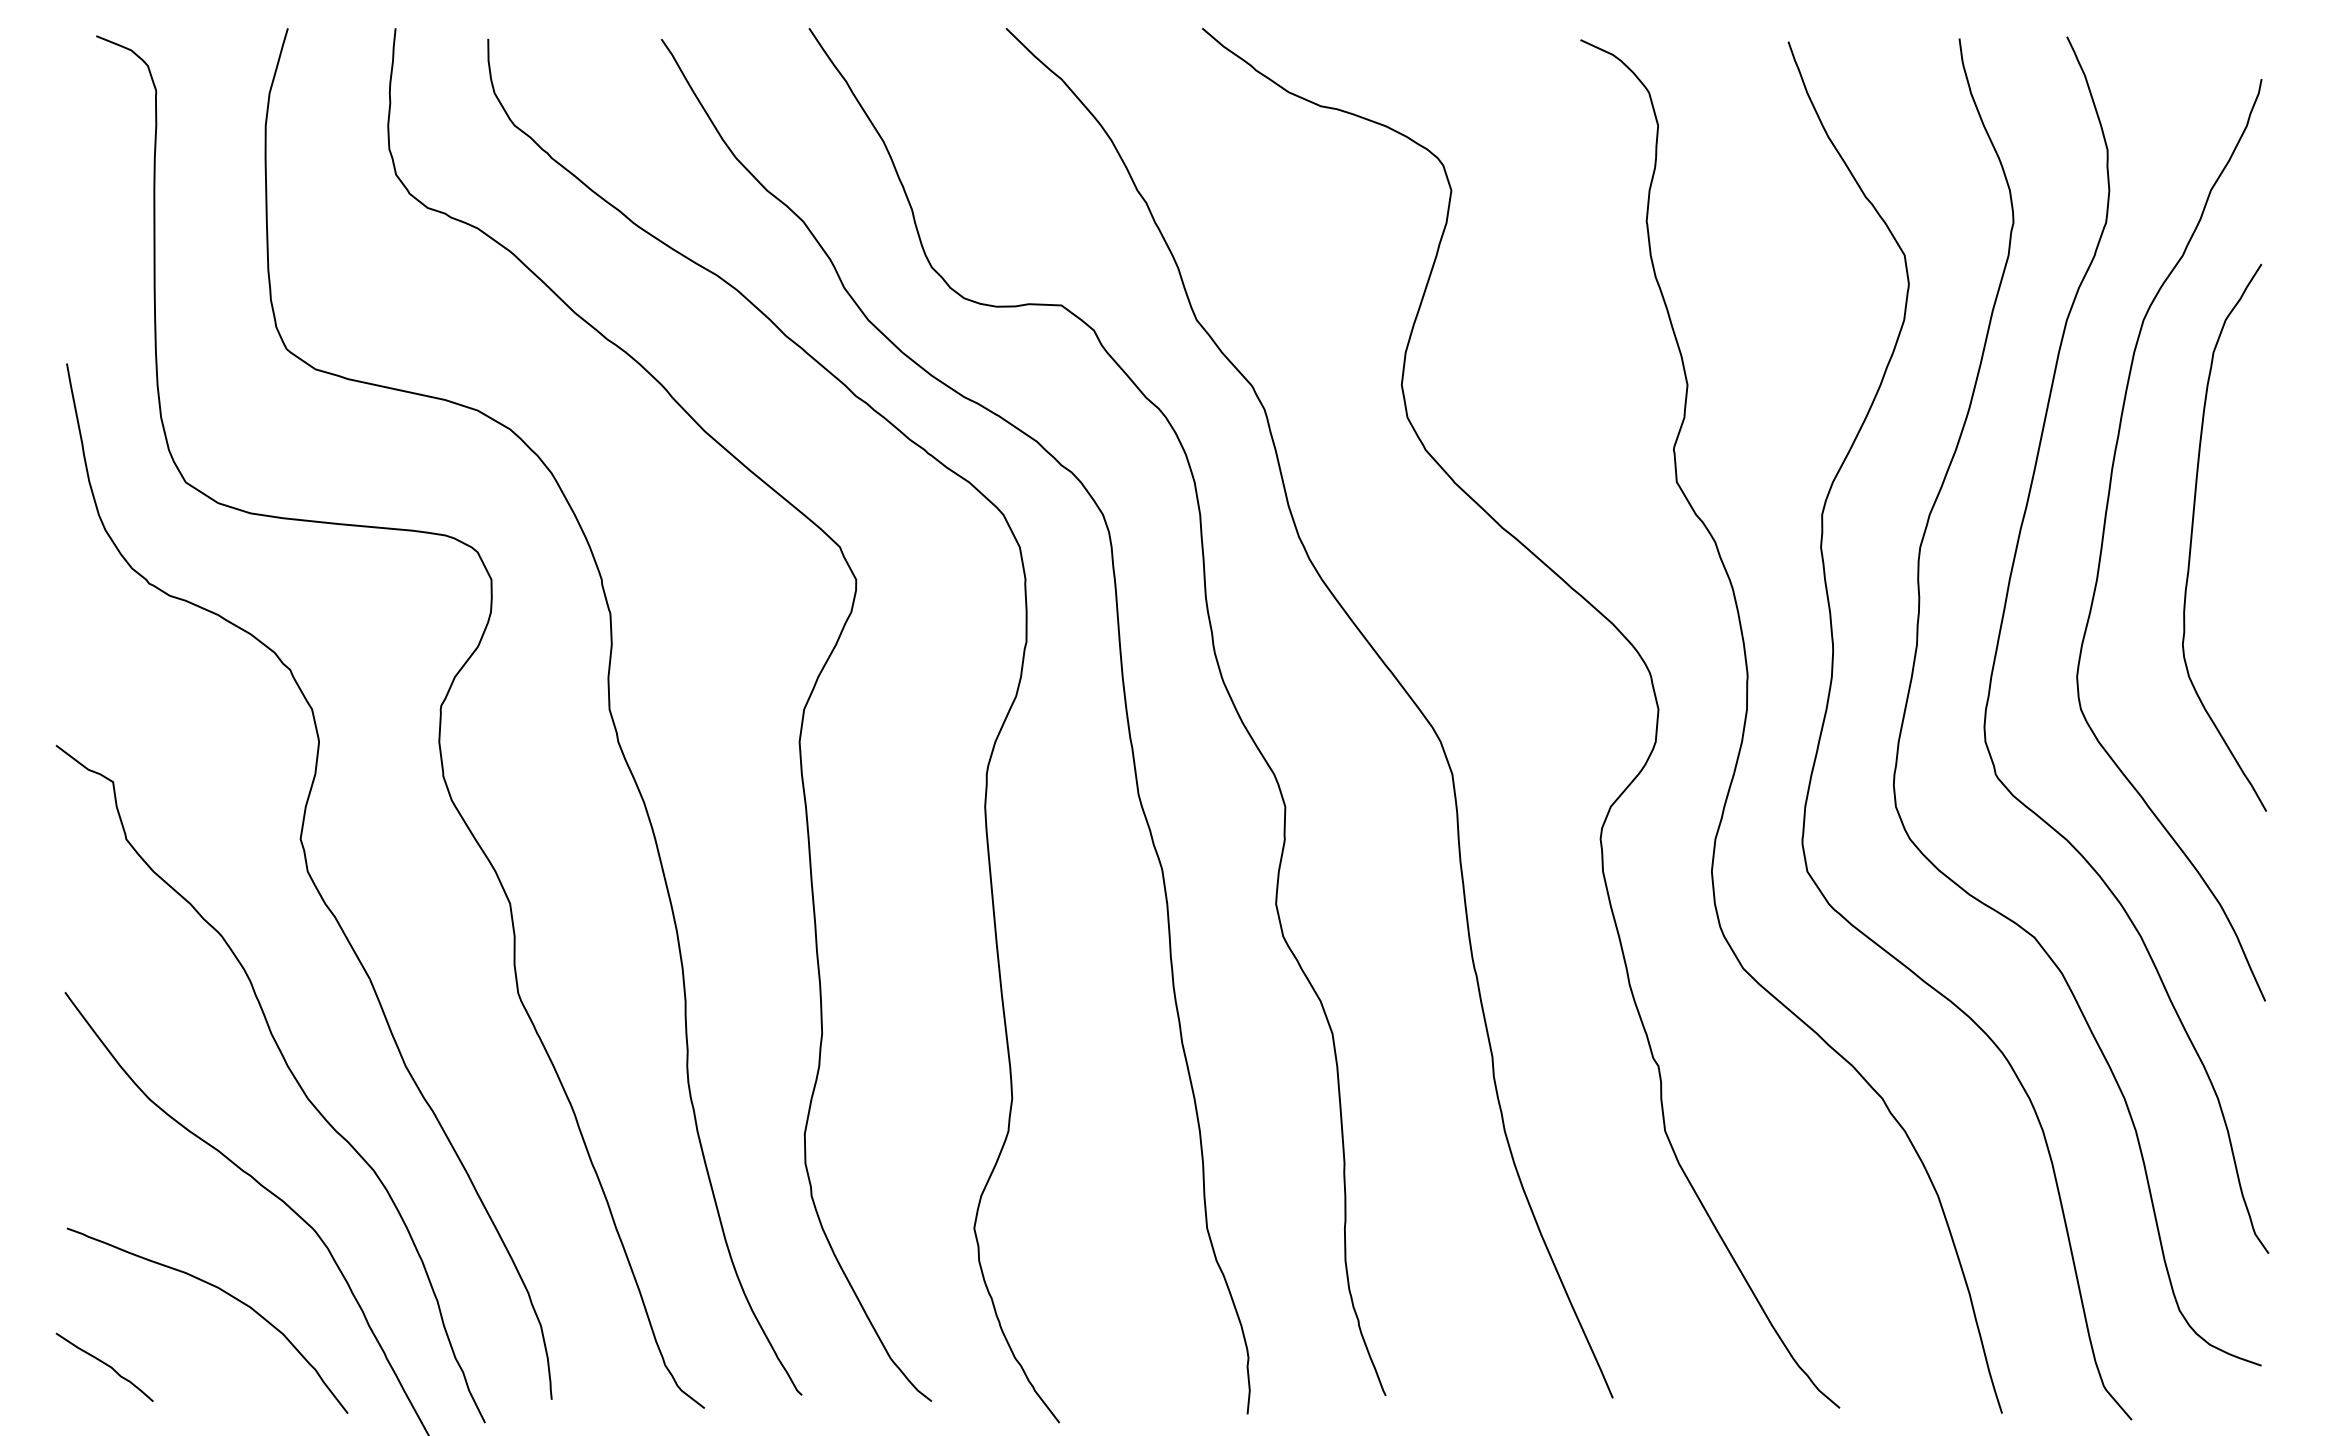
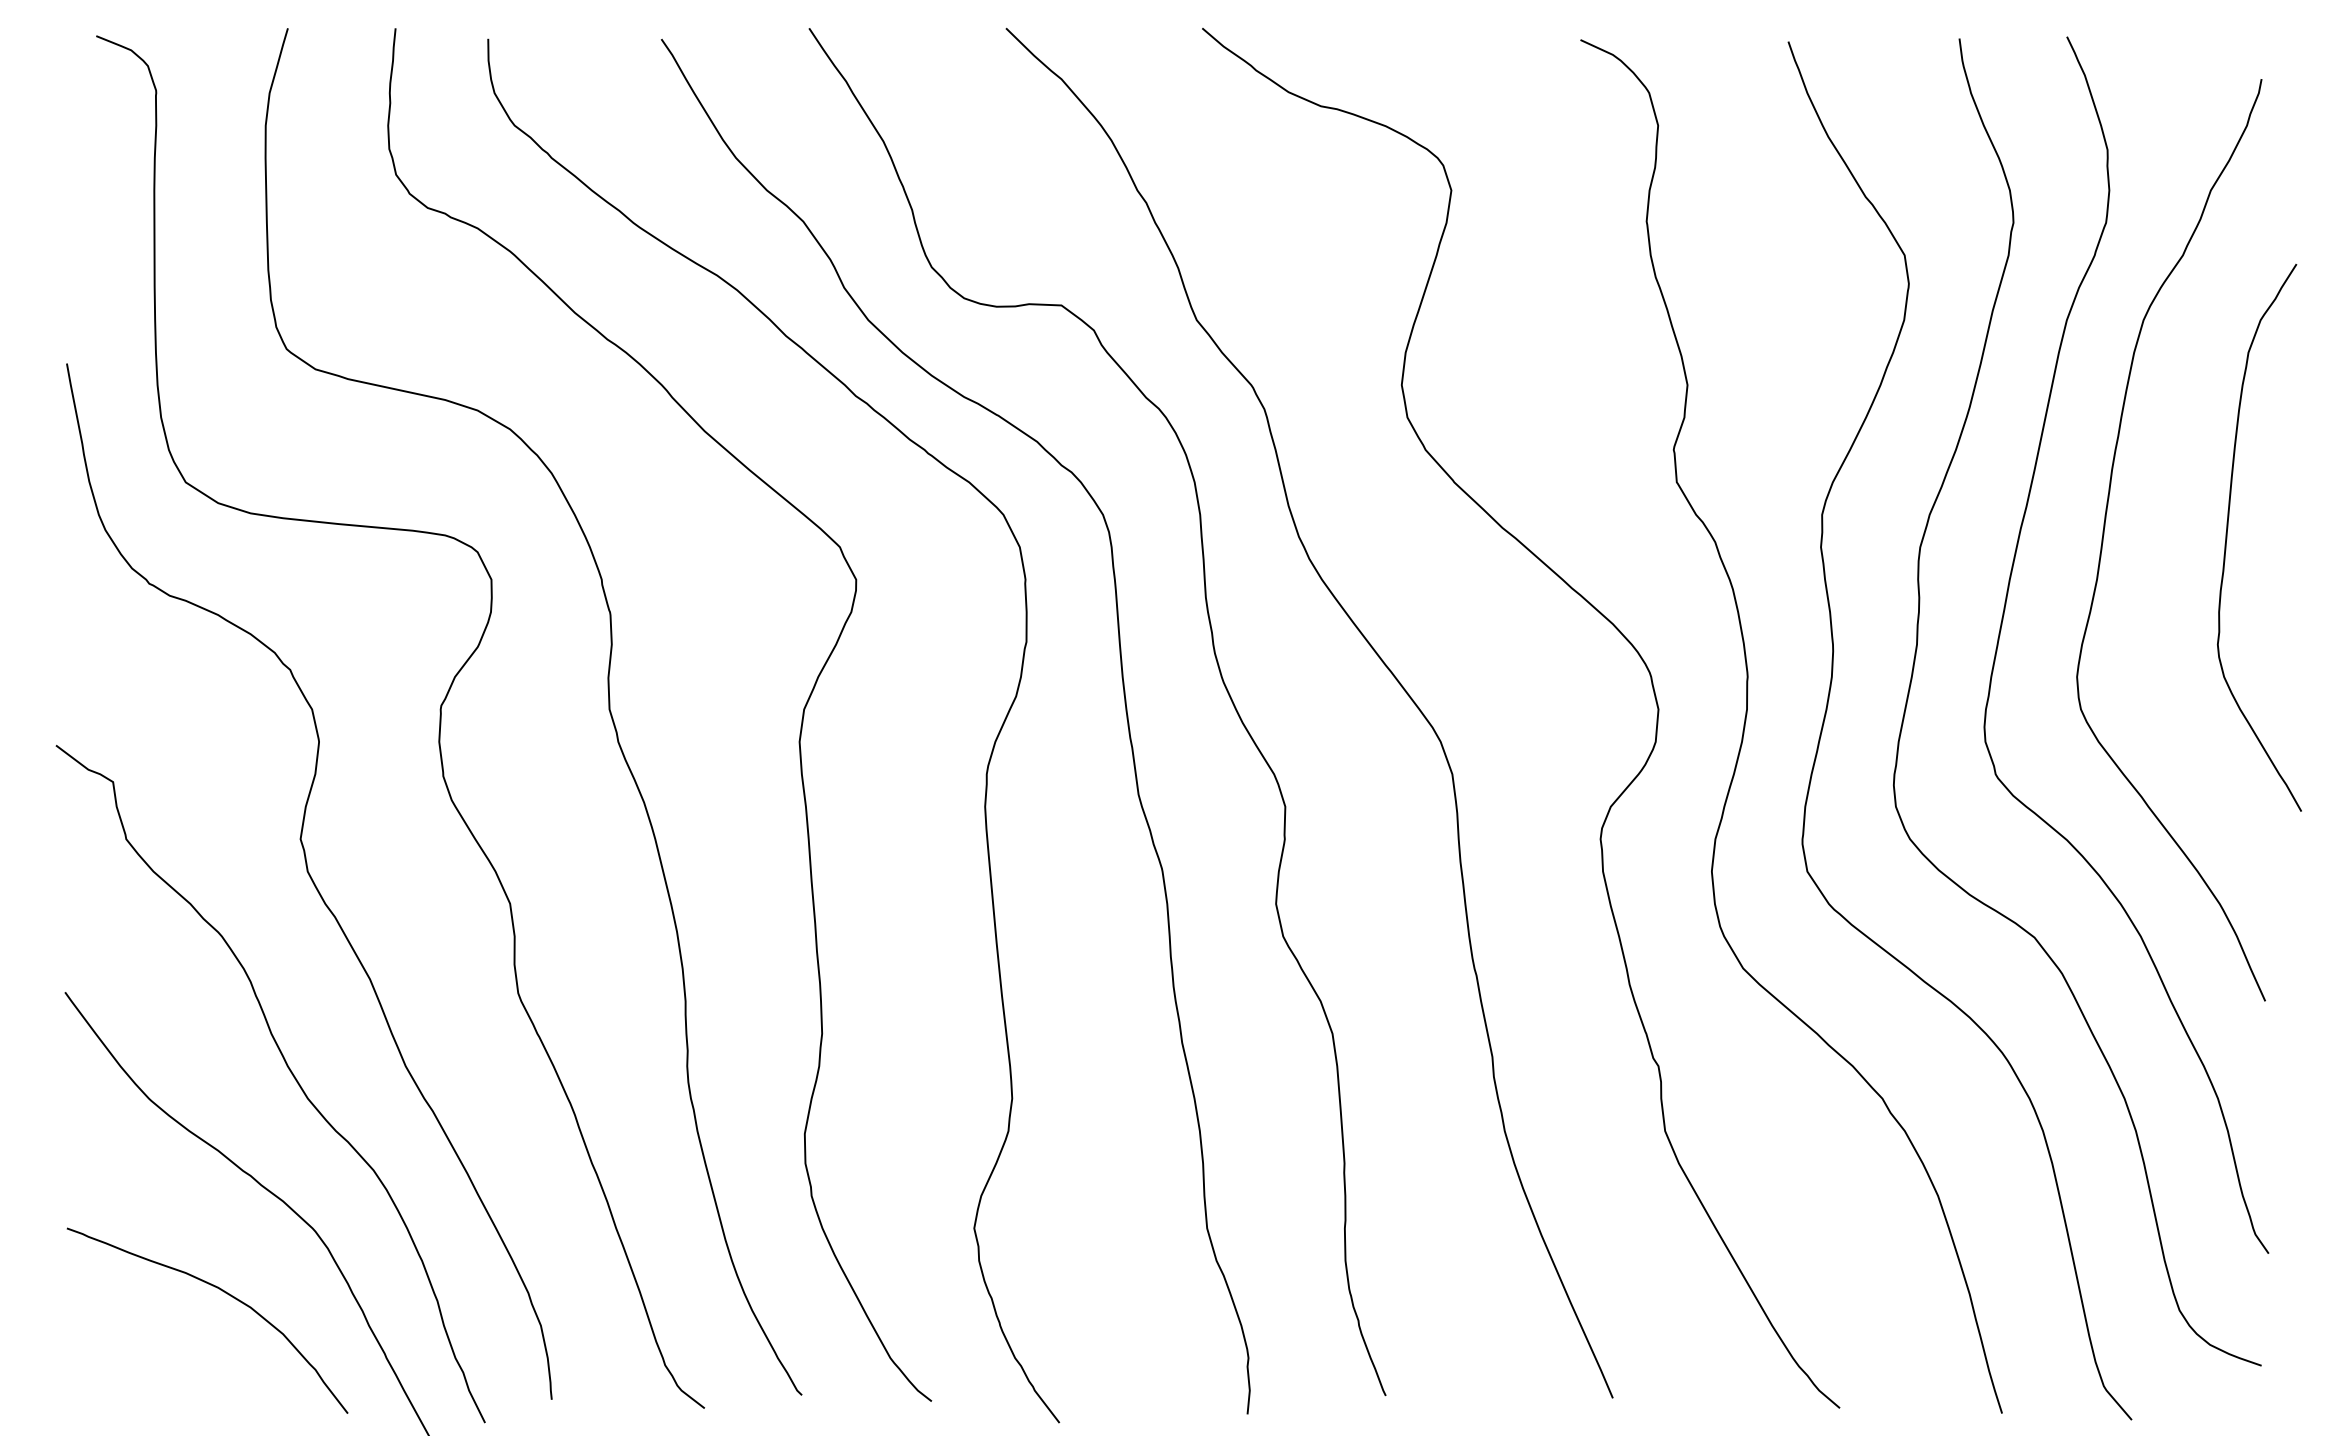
curve at (2192, 537) position: (2192, 537) -> (2227, 537)
curve at (104, 1364): present -> none
